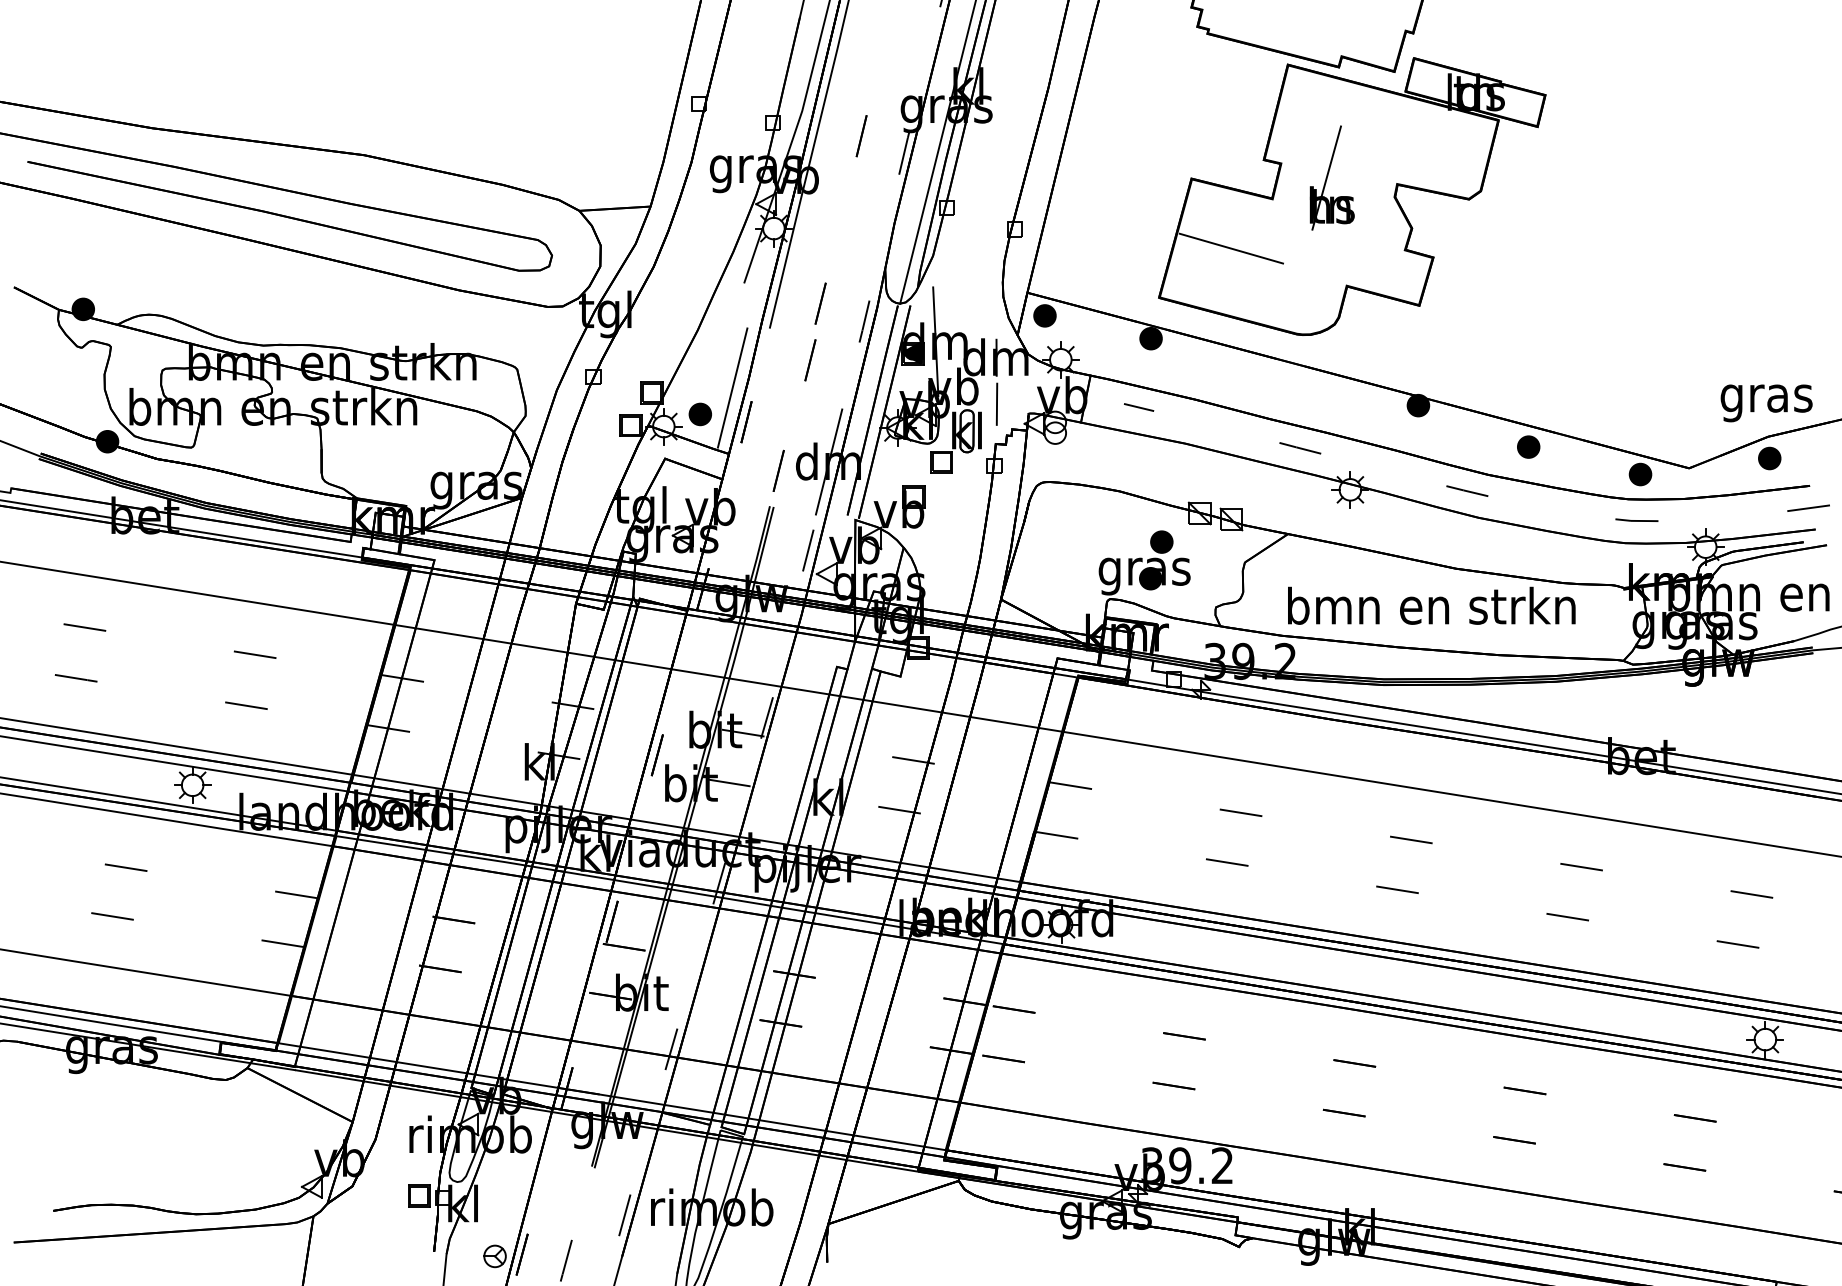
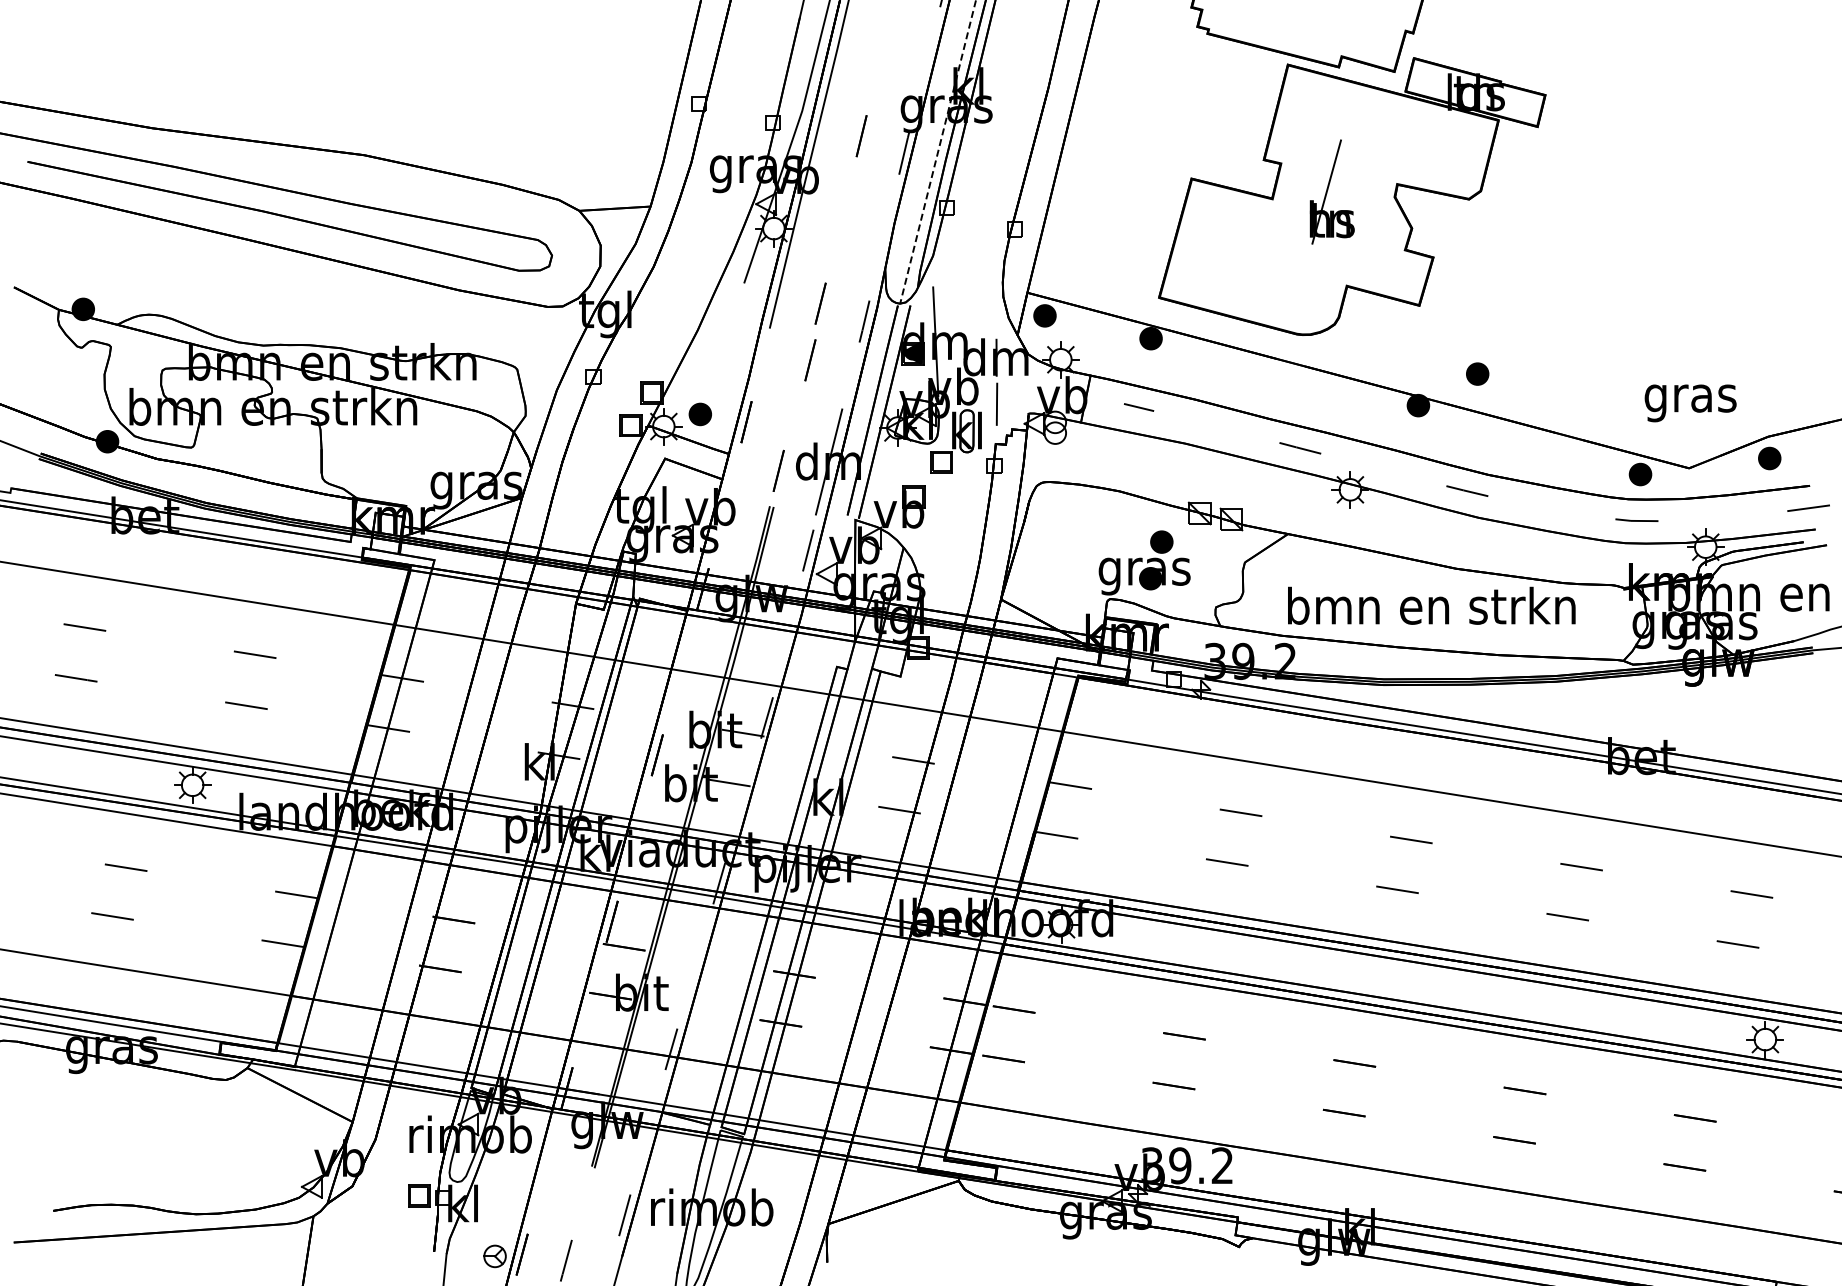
line at (937, 152): solid -> dashed
part at (1331, 177) position: (1331, 177) -> (1331, 191)
line at (1231, 248): present -> none
line at (732, 387): present -> none
text at (1766, 403) position: (1766, 403) -> (1690, 403)
part at (1528, 446) position: (1528, 446) -> (1477, 373)
